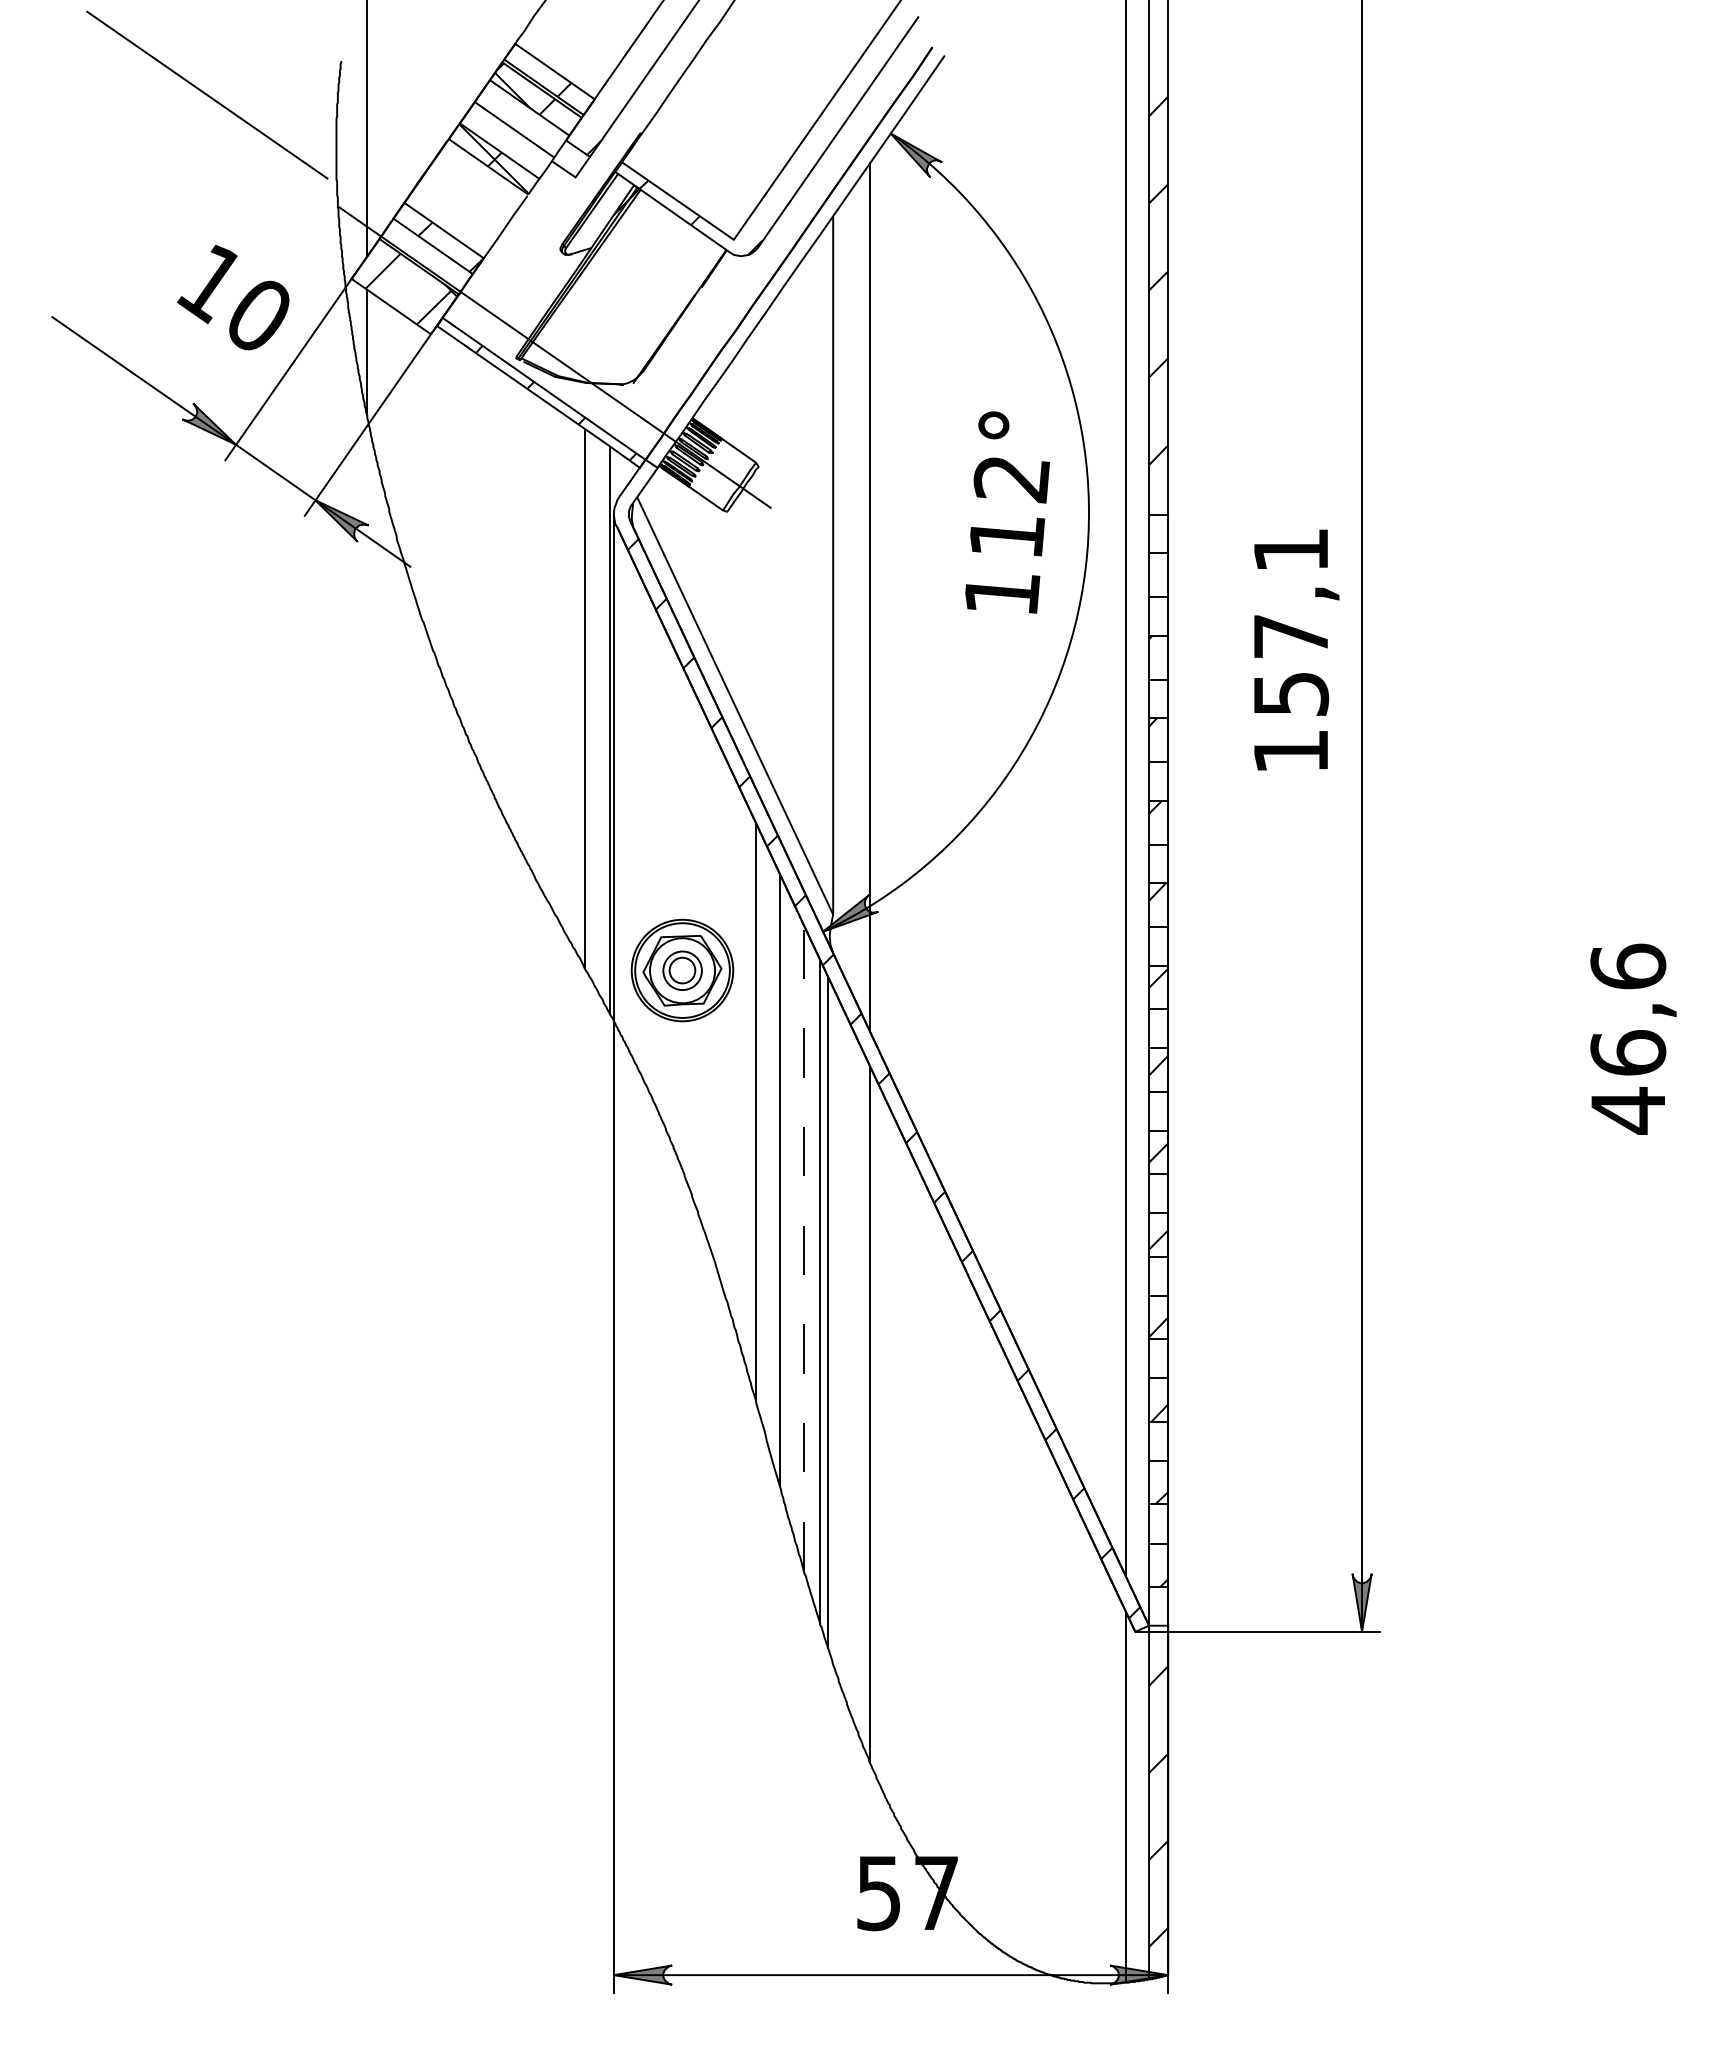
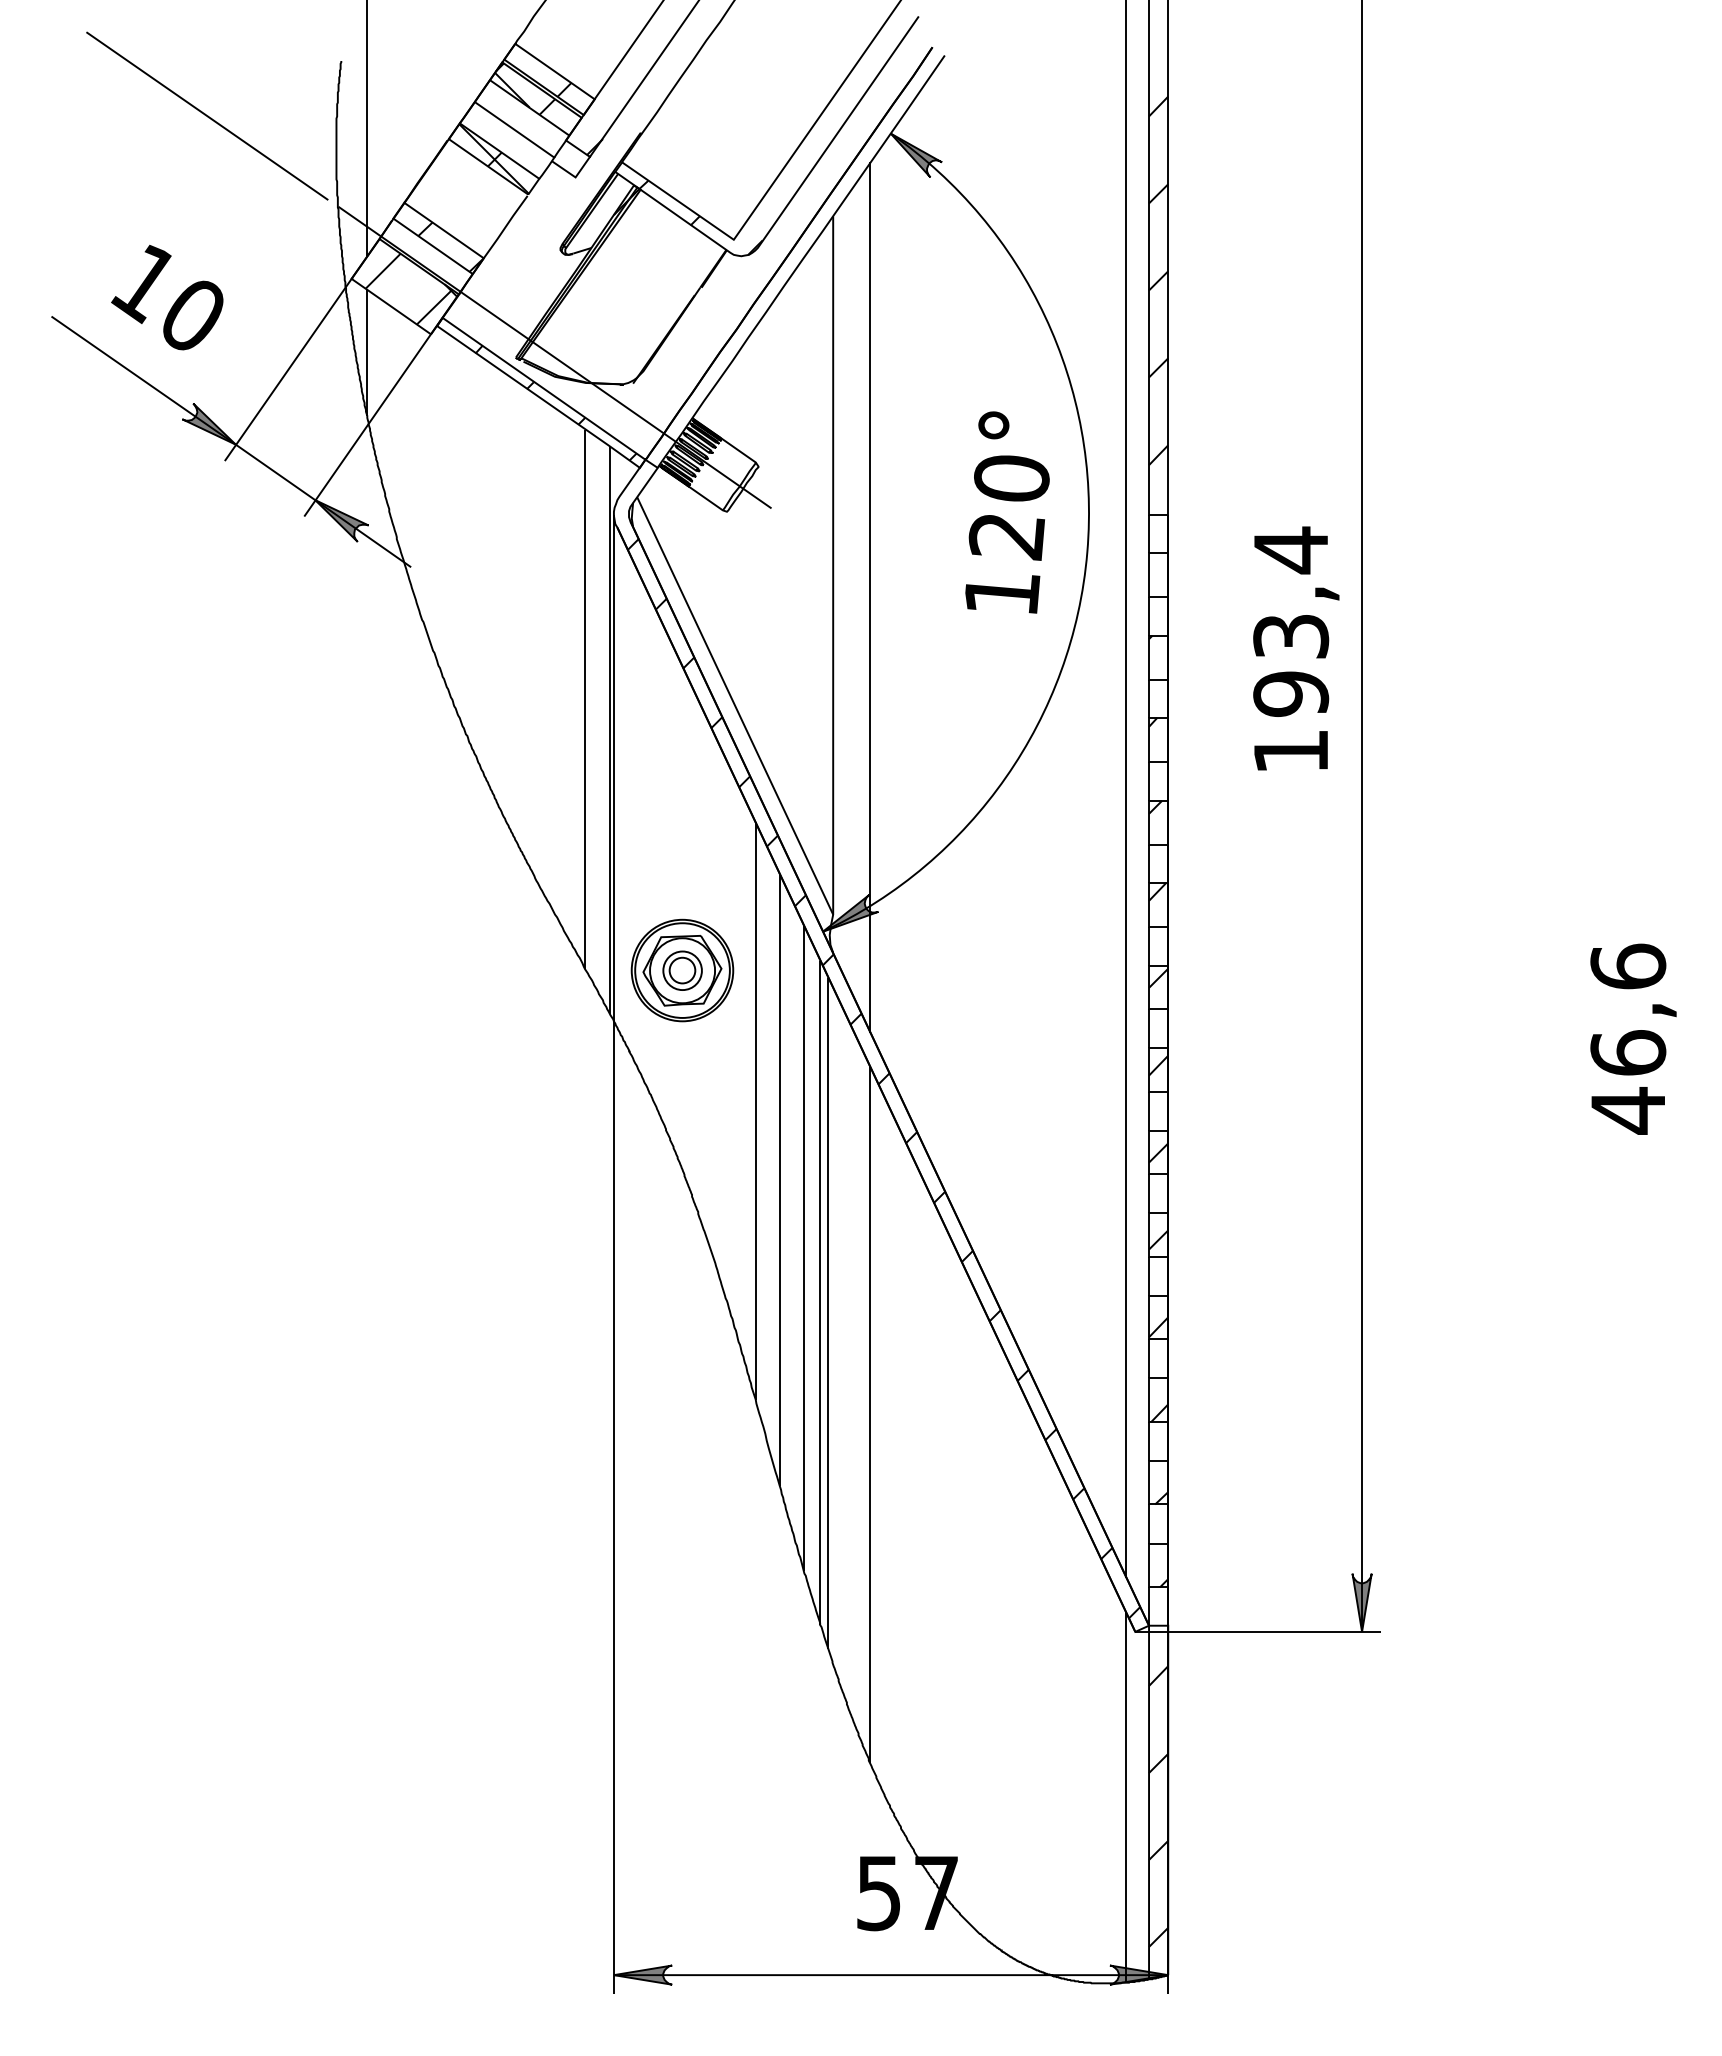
line at (207, 94) position: (207, 94) -> (207, 115)
text at (233, 297) position: (233, 297) -> (167, 297)
text at (1008, 507): 112° -> 120°
text at (1291, 621): 157,1 -> 193,4
line at (803, 1248): dashed -> solid
